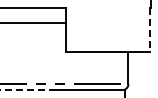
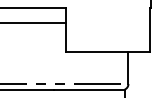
line at (149, 30): dashed -> solid
line at (27, 89): dashed -> solid
